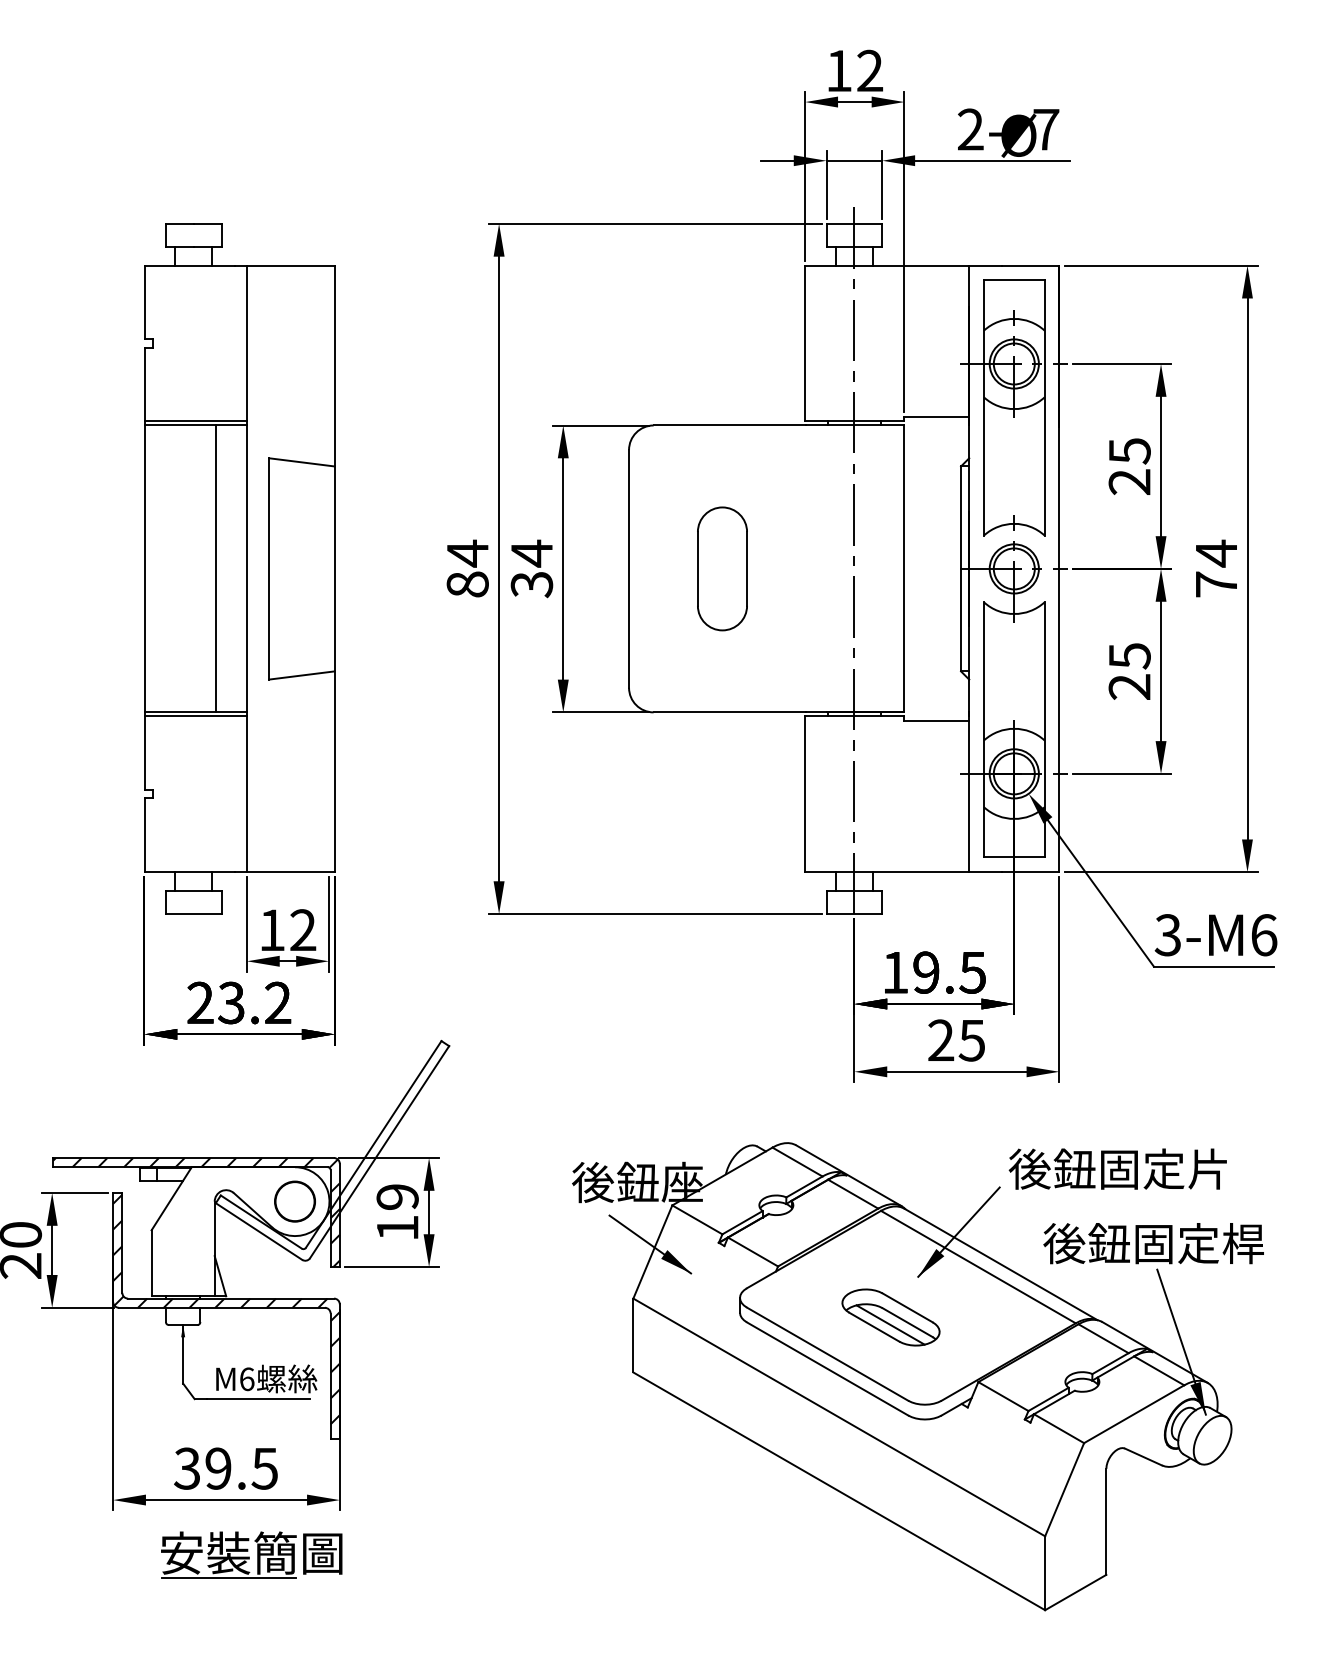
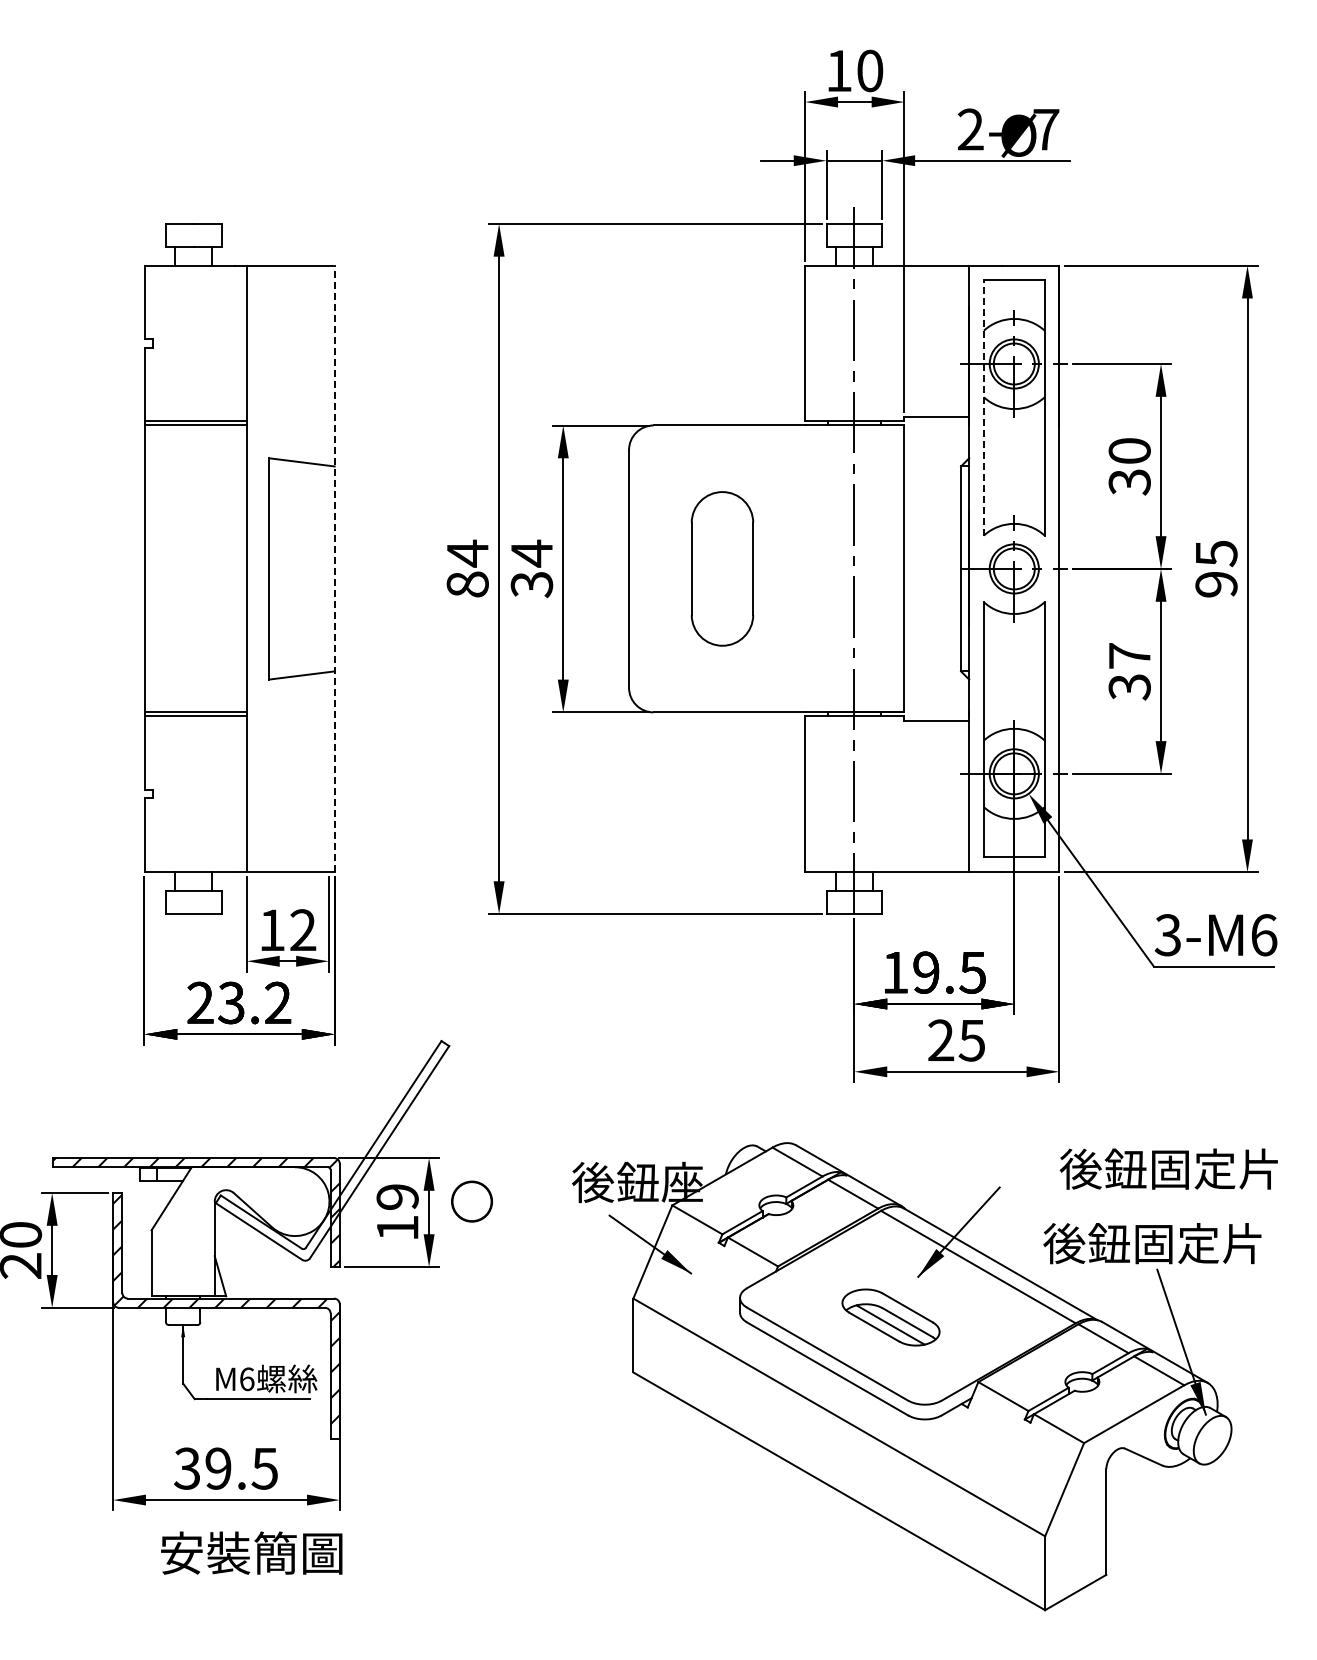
text at (870, 70): 12 -> 10
line at (983, 407): solid -> dashed
text at (1129, 466): 25 -> 30
line at (215, 568): present -> none
line at (334, 568): solid -> dashed
part at (722, 568) size: 51x126 px -> 65x156 px
text at (1216, 568): 74 -> 95
text at (1129, 671): 25 -> 37
text at (1117, 1168) position: (1117, 1168) -> (1168, 1168)
circle at (294, 1201) position: (294, 1201) -> (471, 1201)
text at (1242, 1243): 後鈕固定桿 -> 後鈕固定片
line at (228, 1577): present -> none
